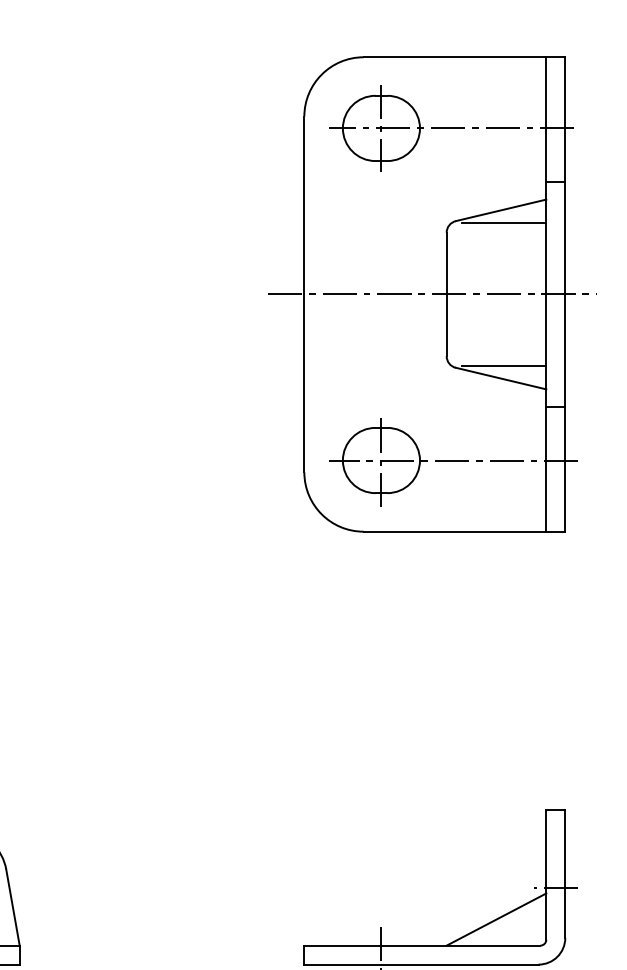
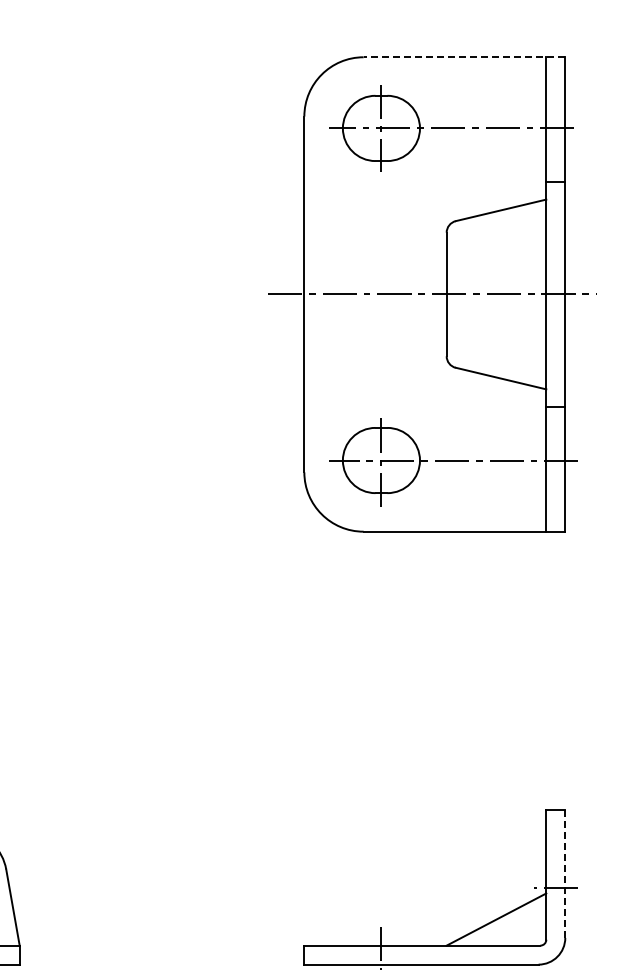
line at (464, 57): solid -> dashed
line at (503, 223): present -> none
line at (503, 365): present -> none
line at (565, 874): solid -> dashed
